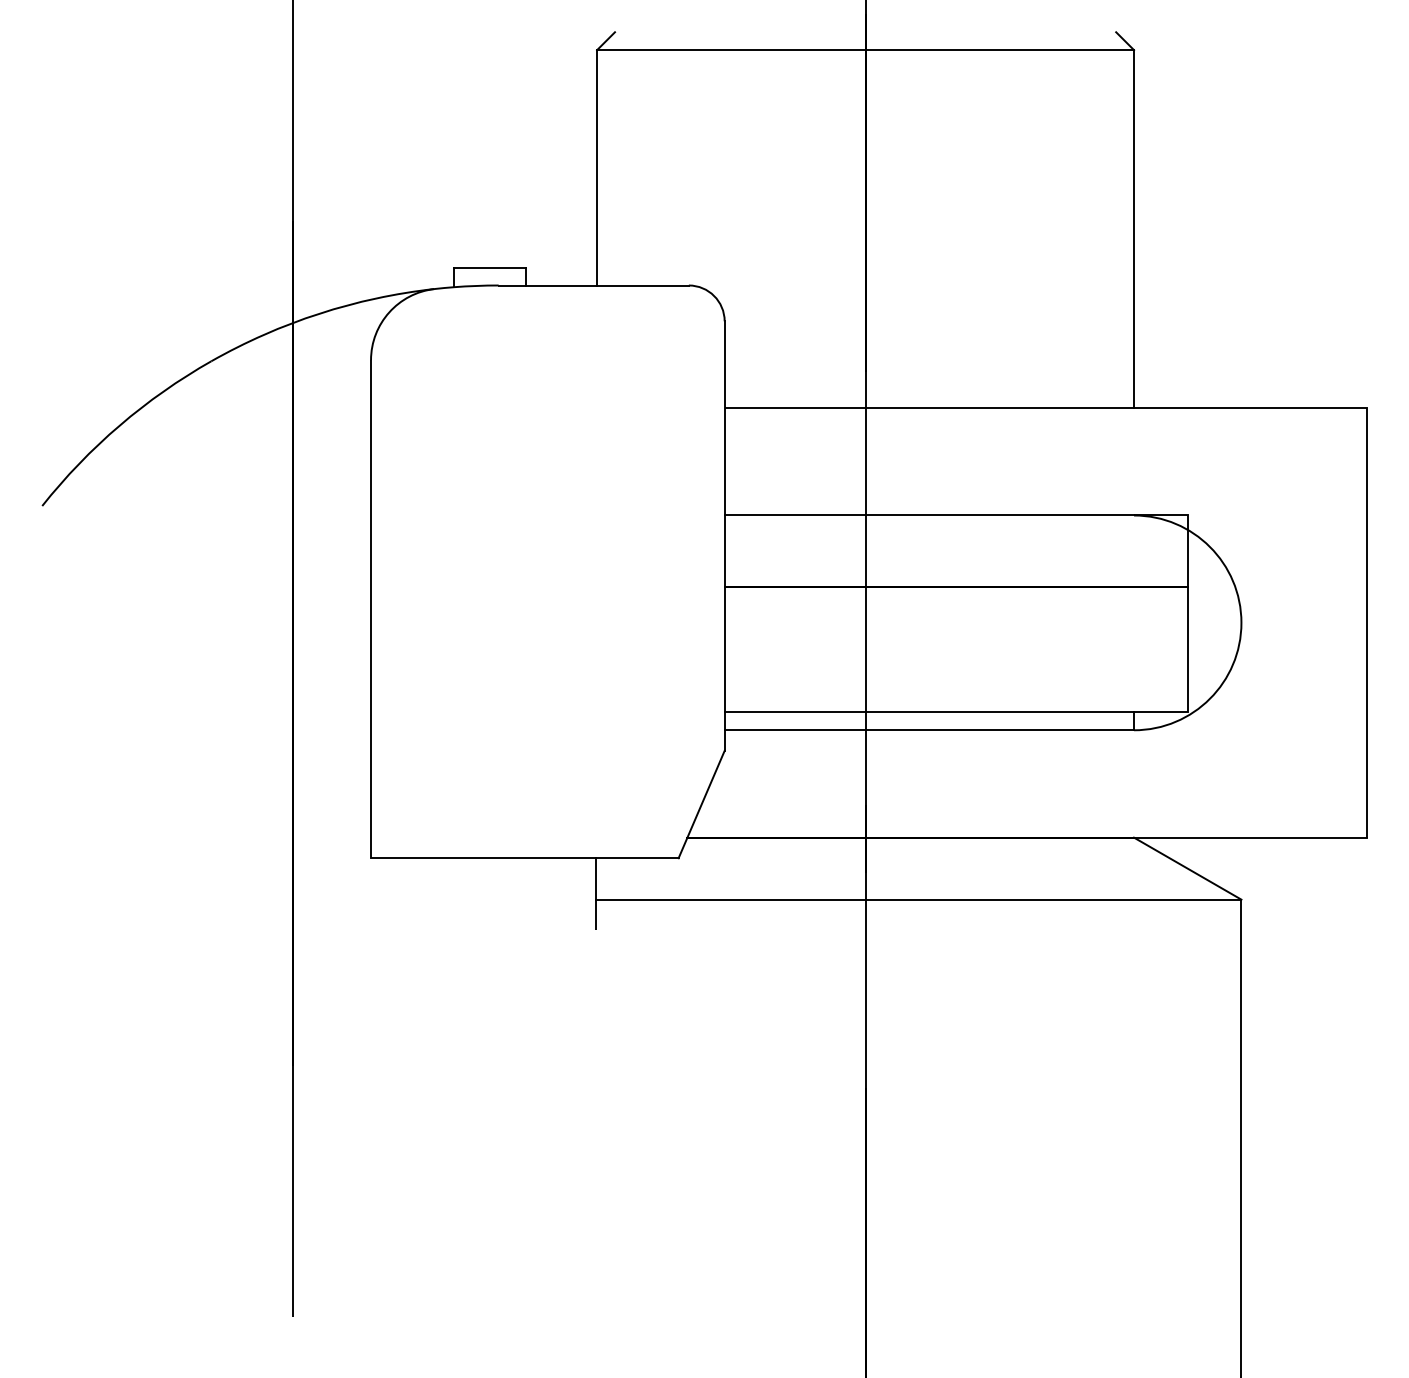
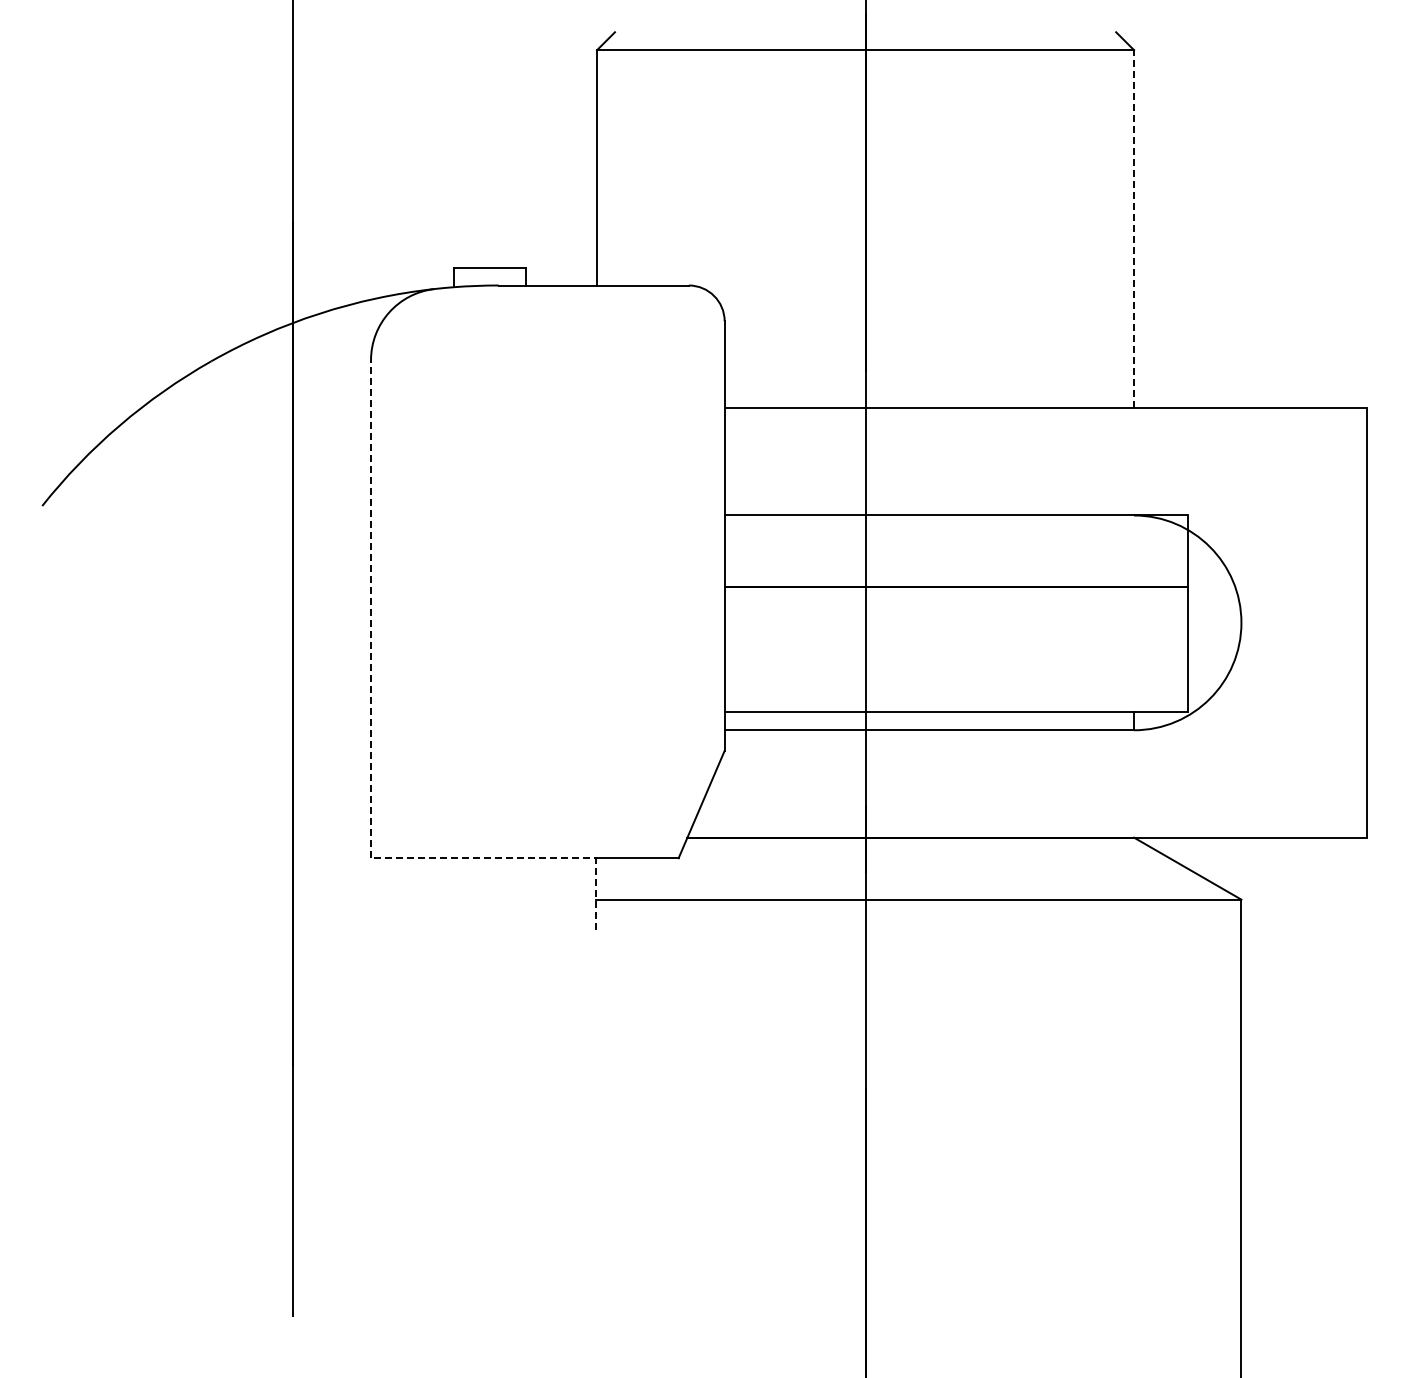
line at (1134, 229): solid -> dashed
line at (371, 758): solid -> dashed
